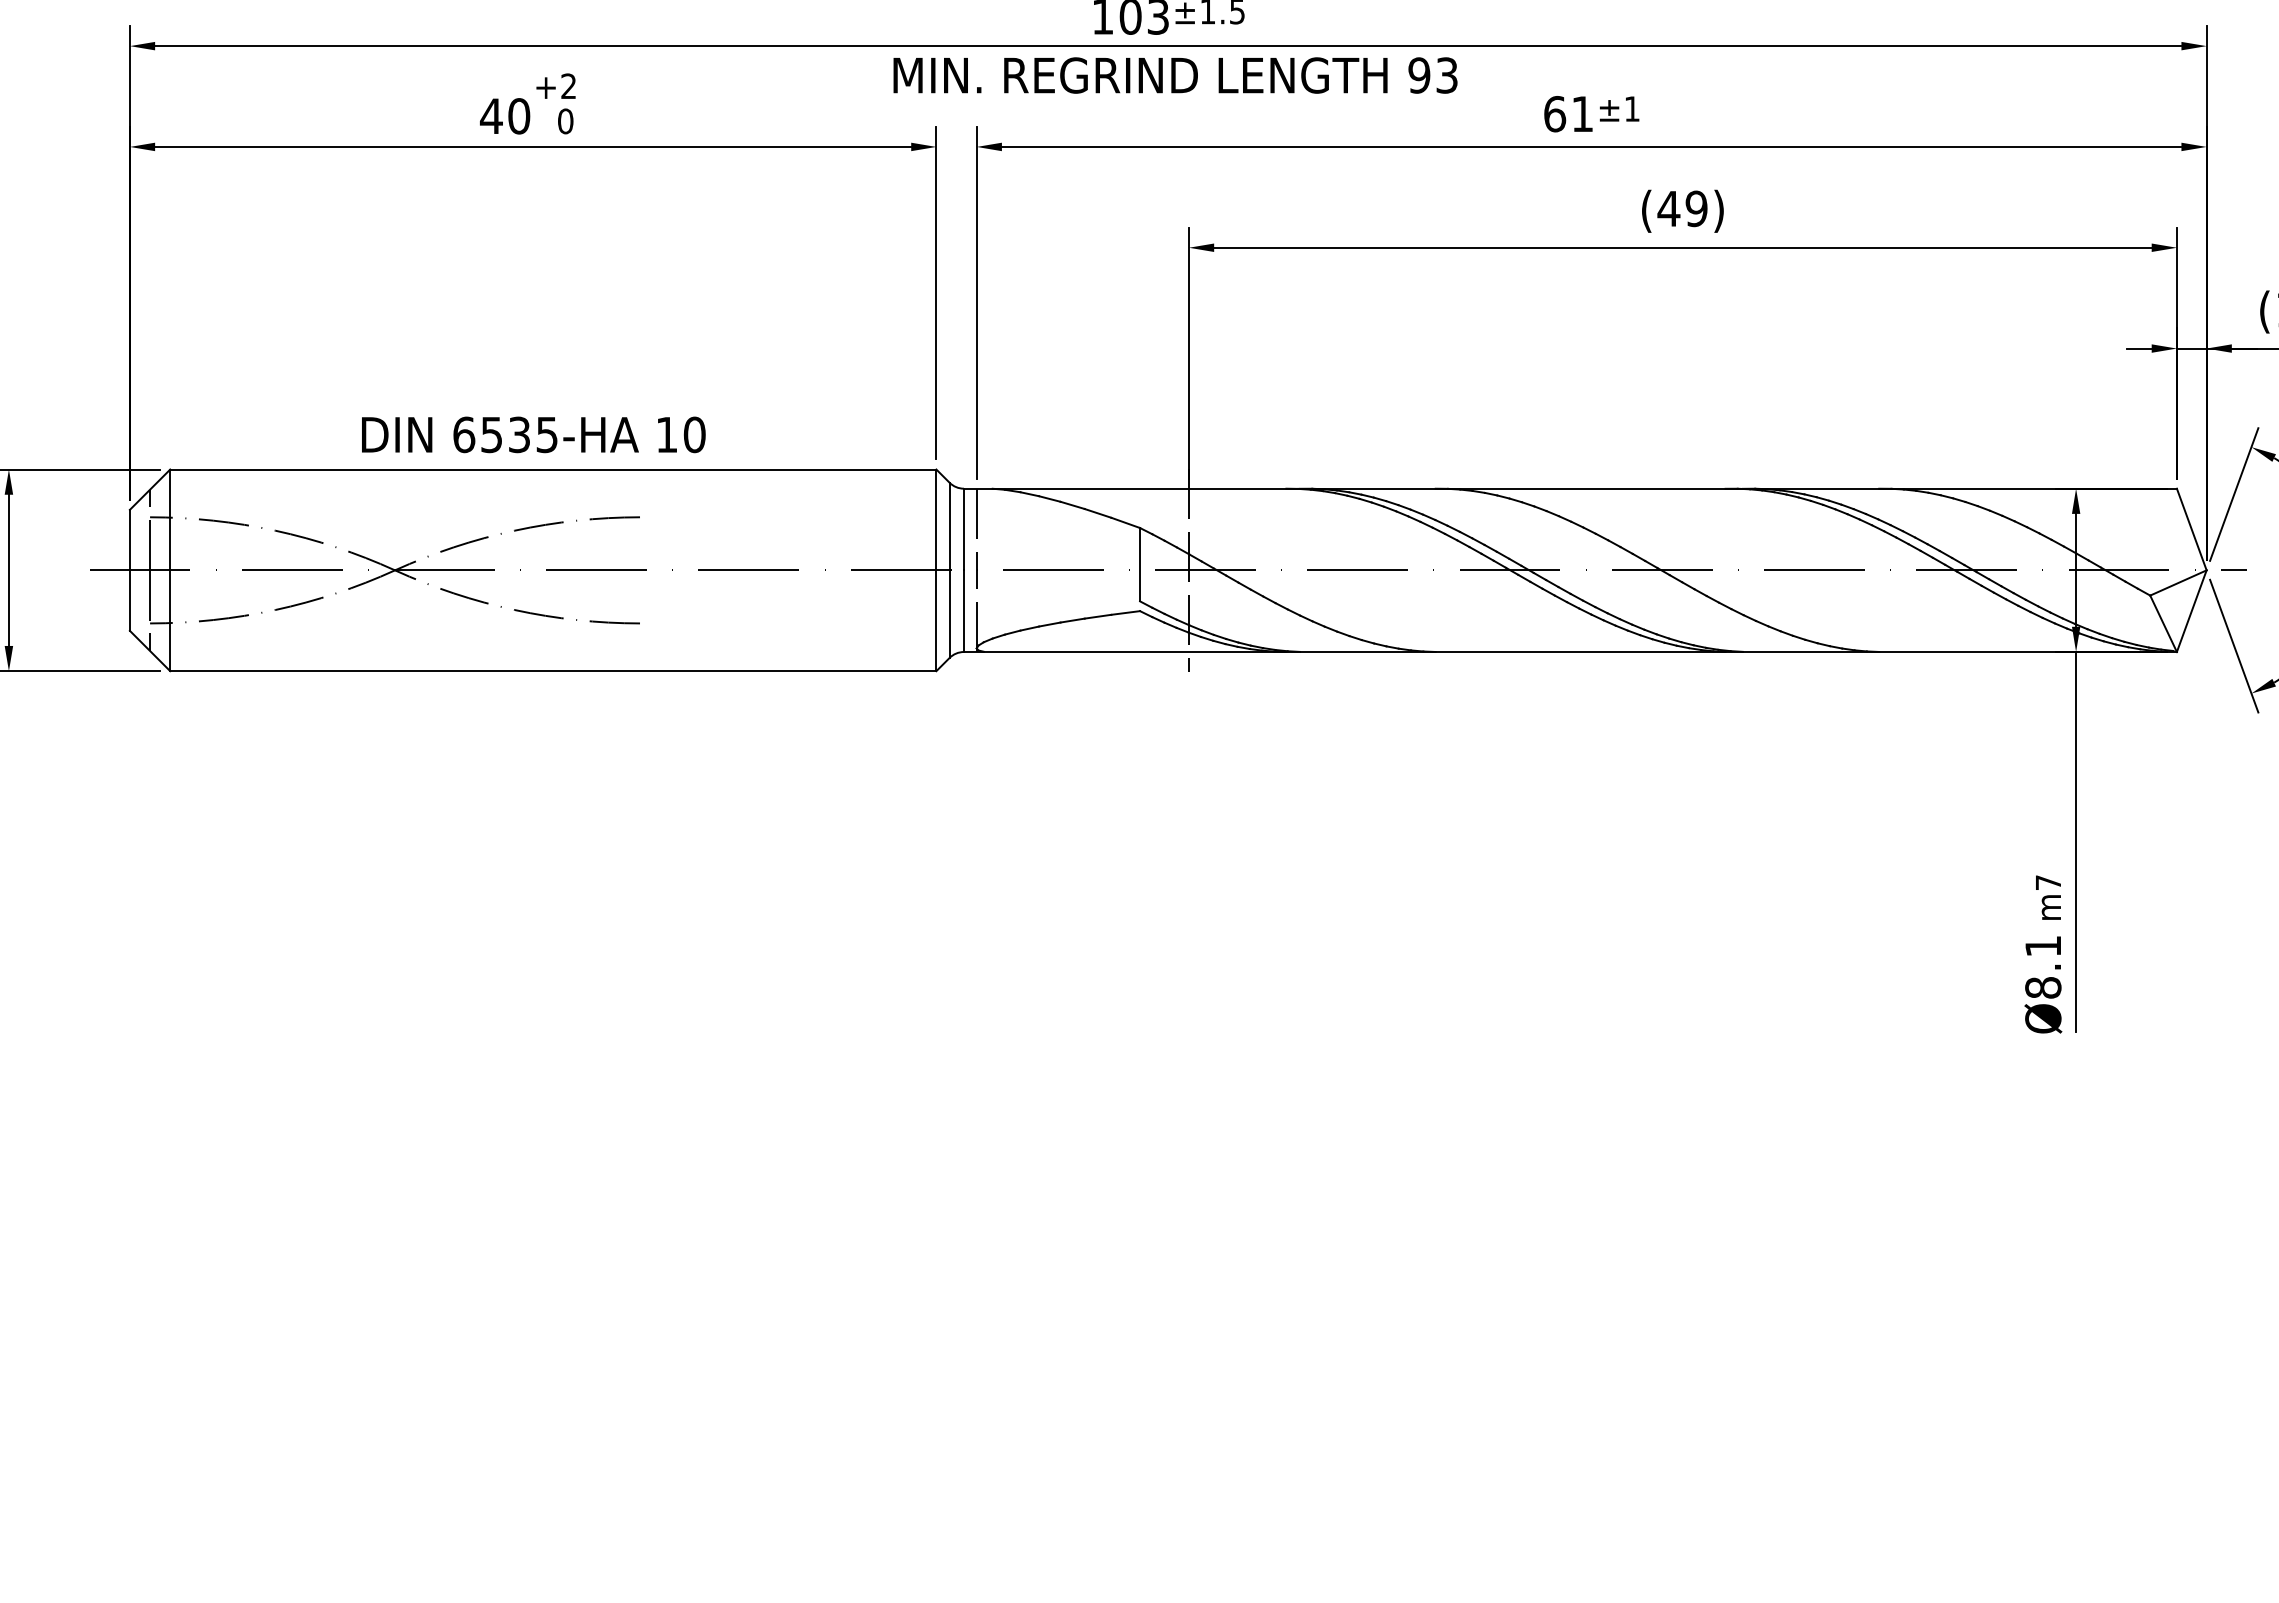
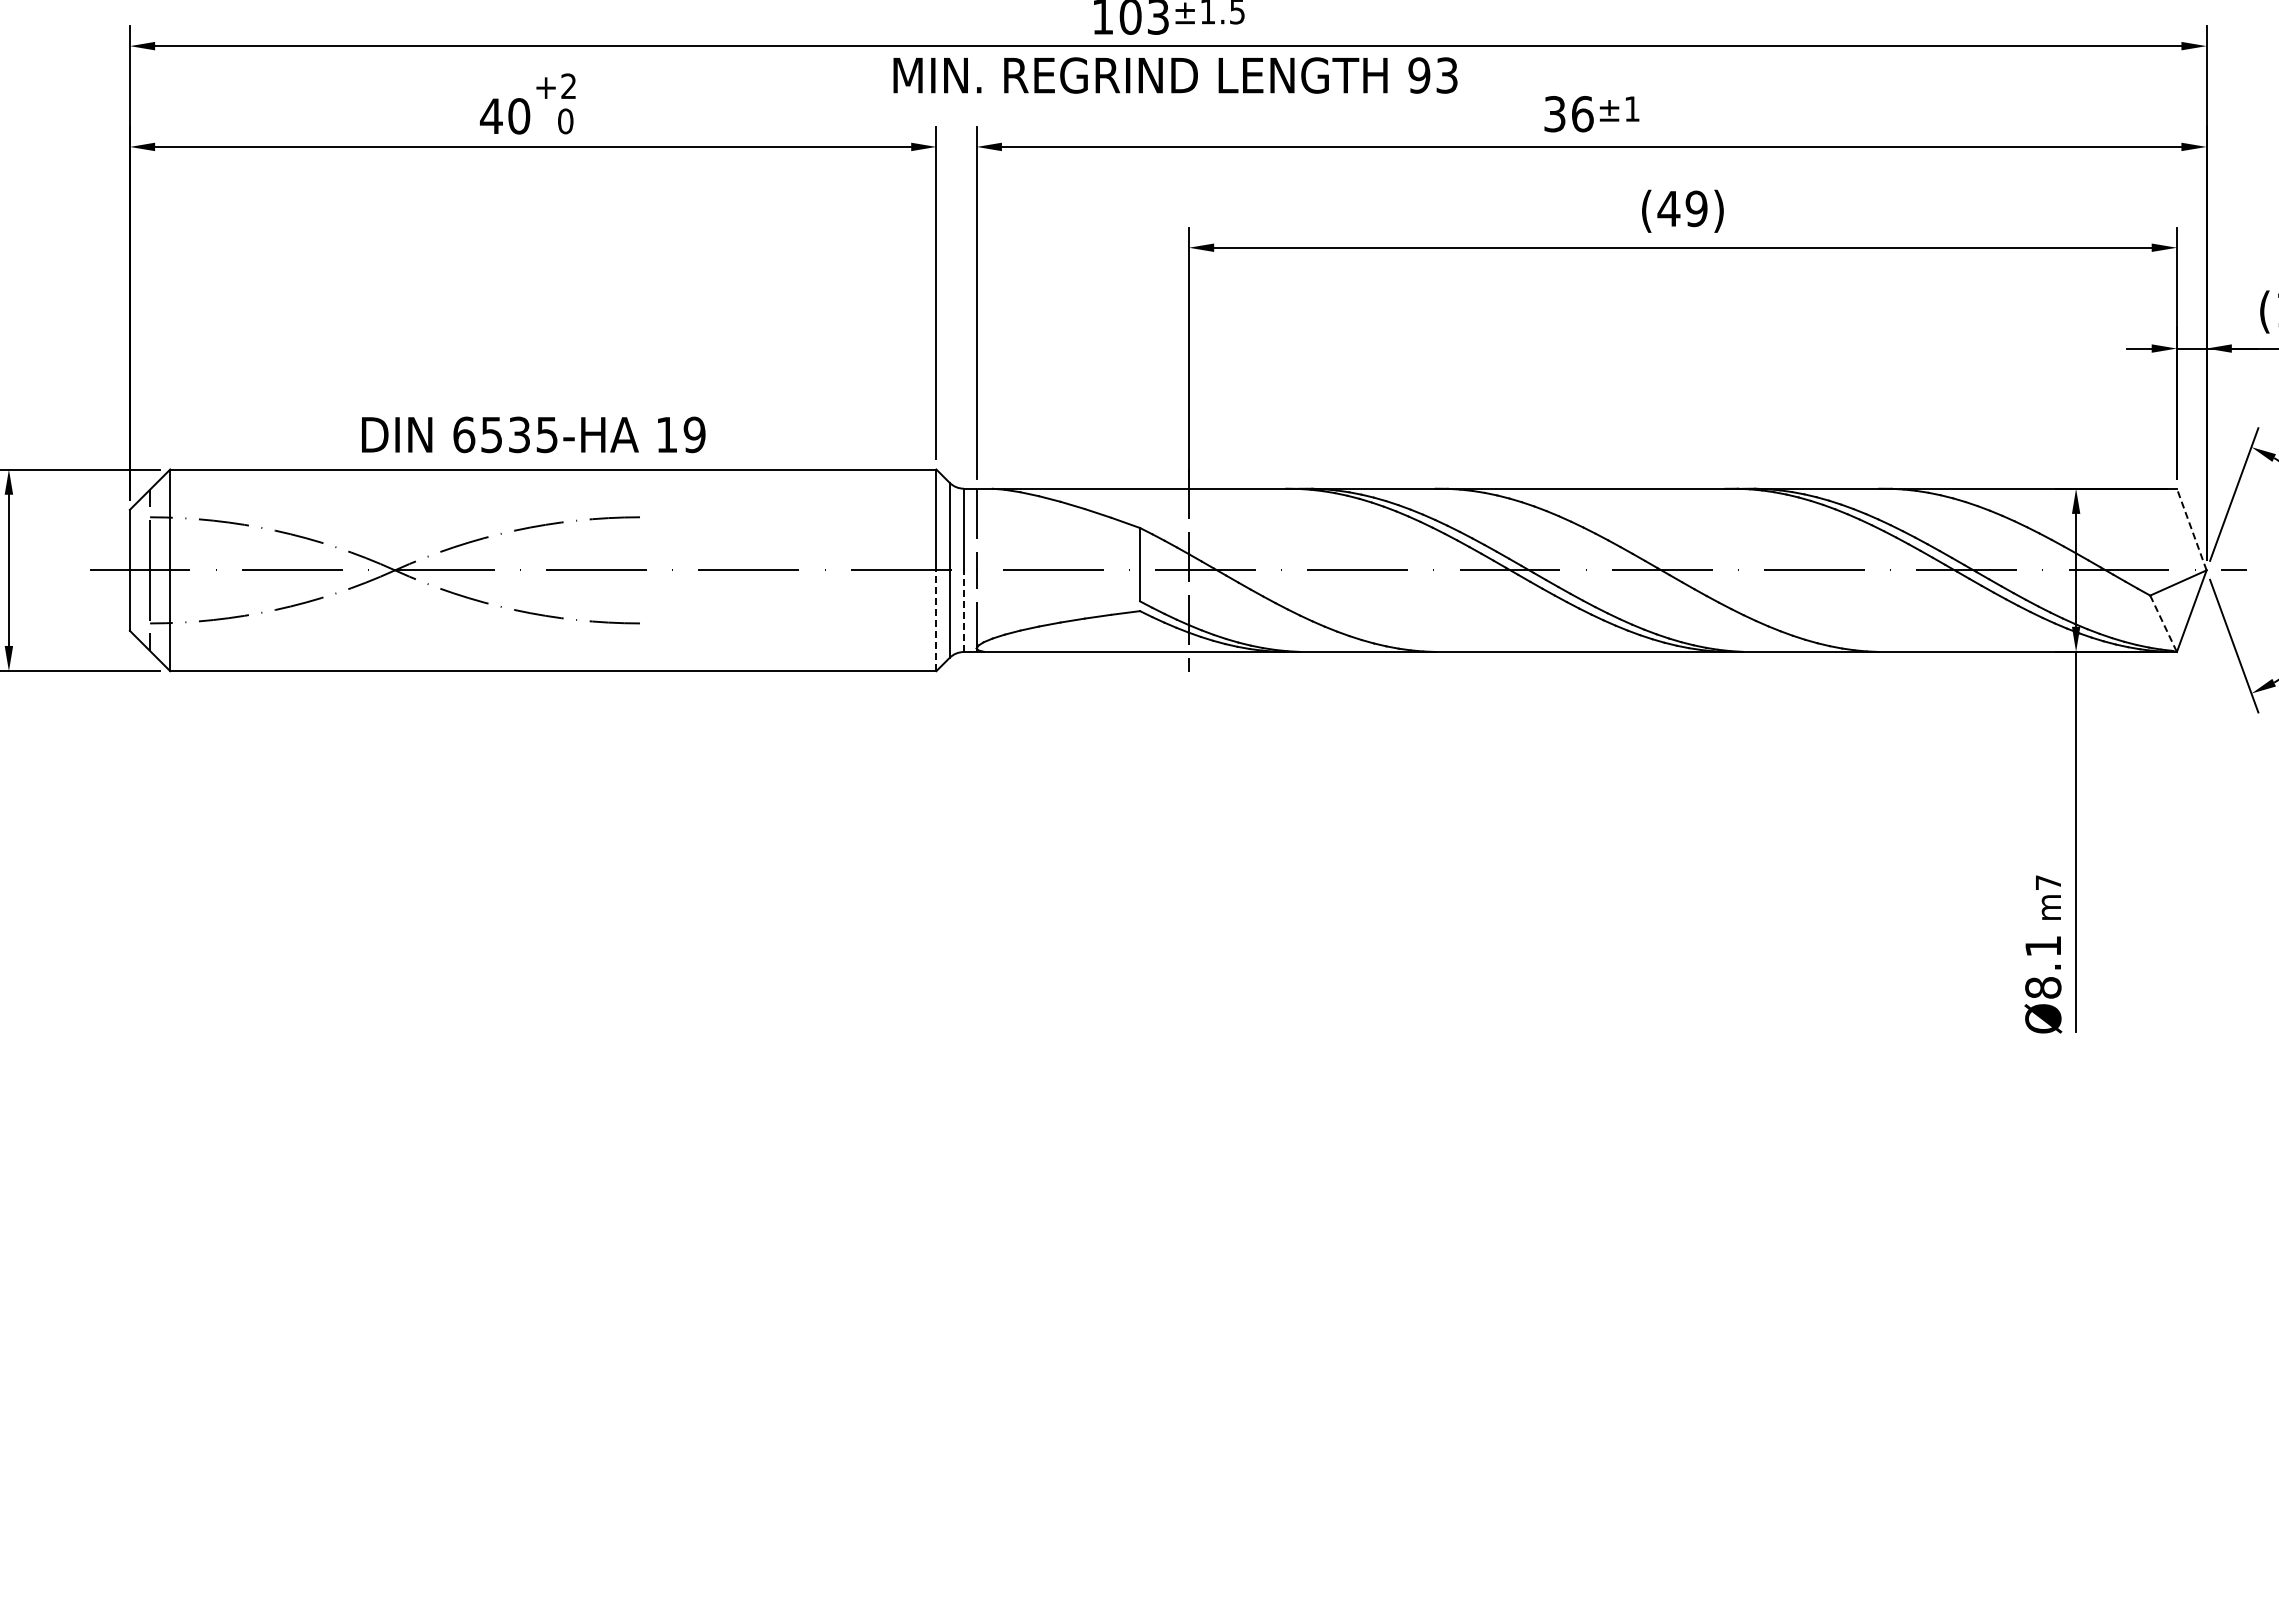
text at (1568, 114): 61 -> 36
text at (694, 434): 10 -> 19
line at (2191, 529): solid -> dashed
line at (963, 611): solid -> dashed
line at (936, 620): solid -> dashed
line at (2163, 624): solid -> dashed
